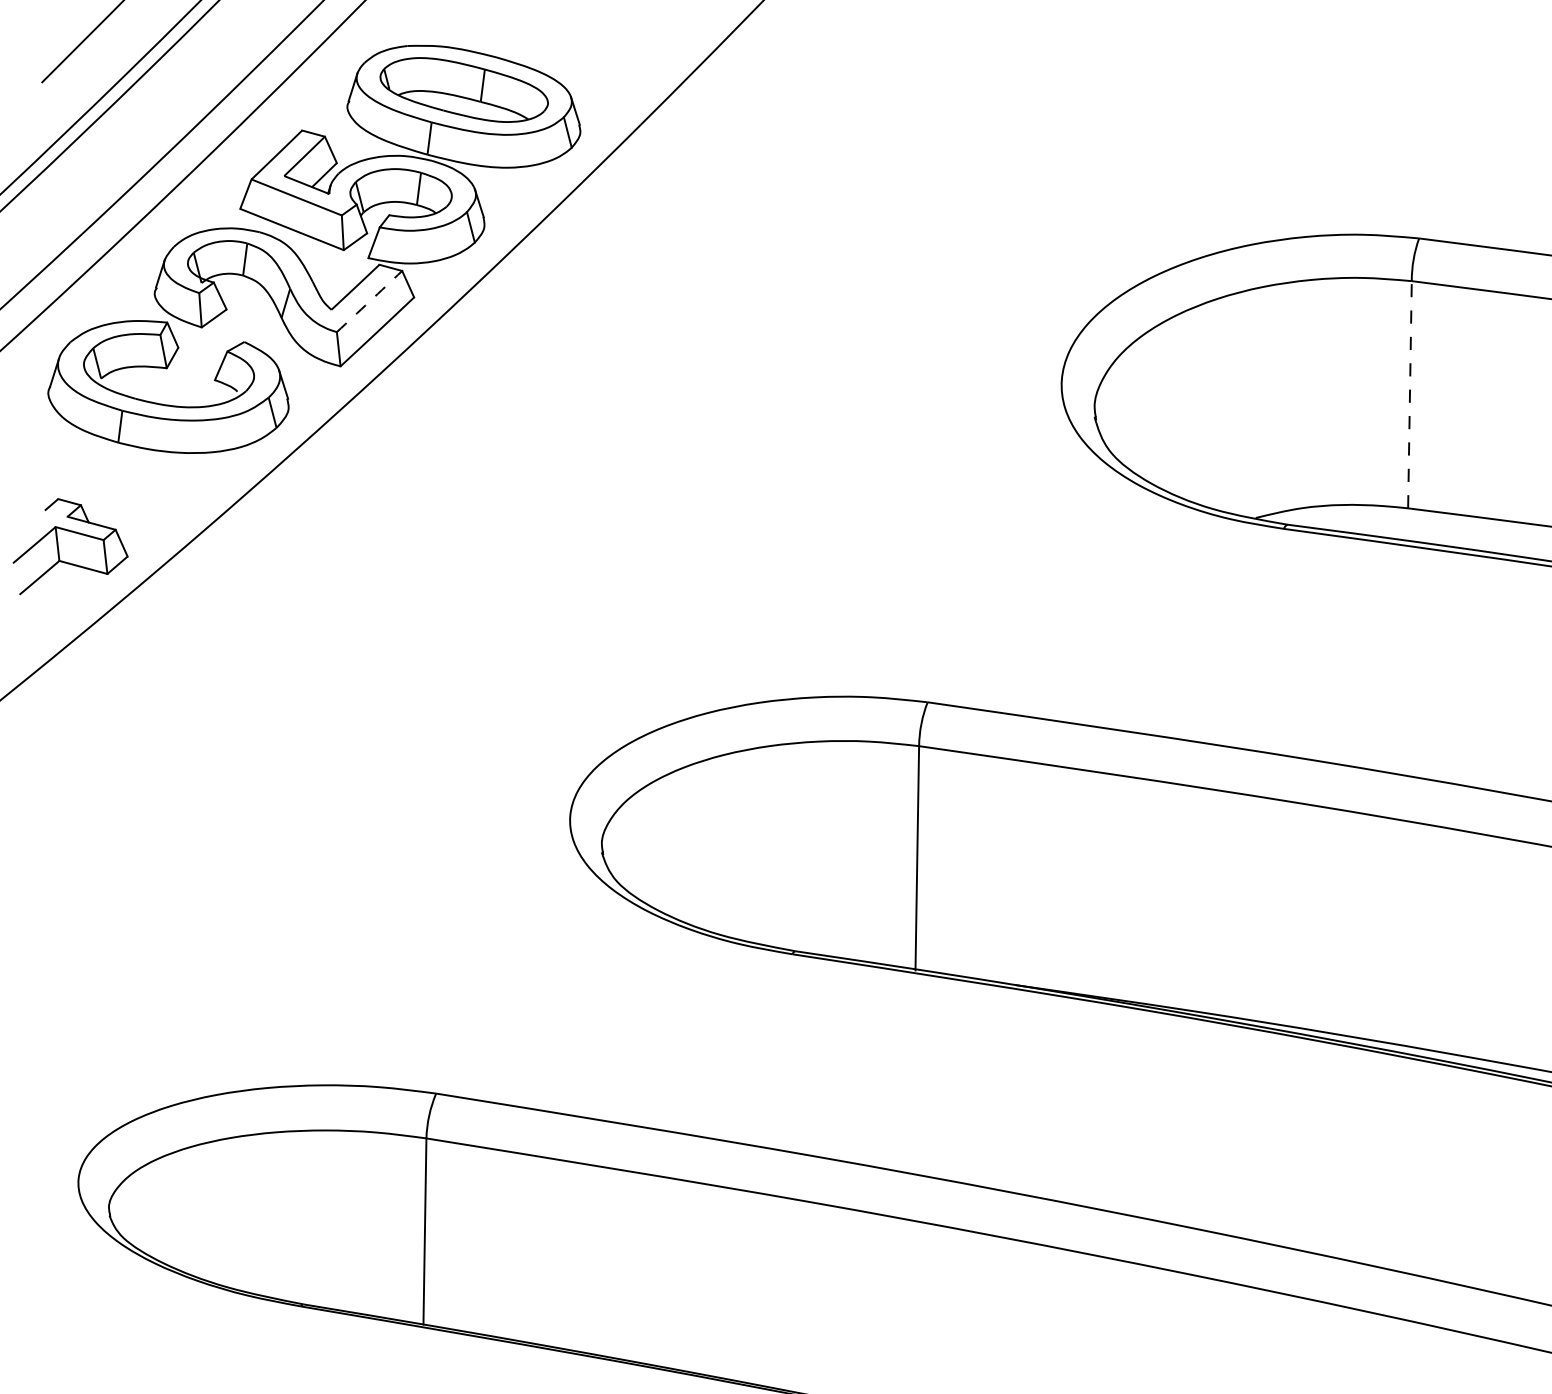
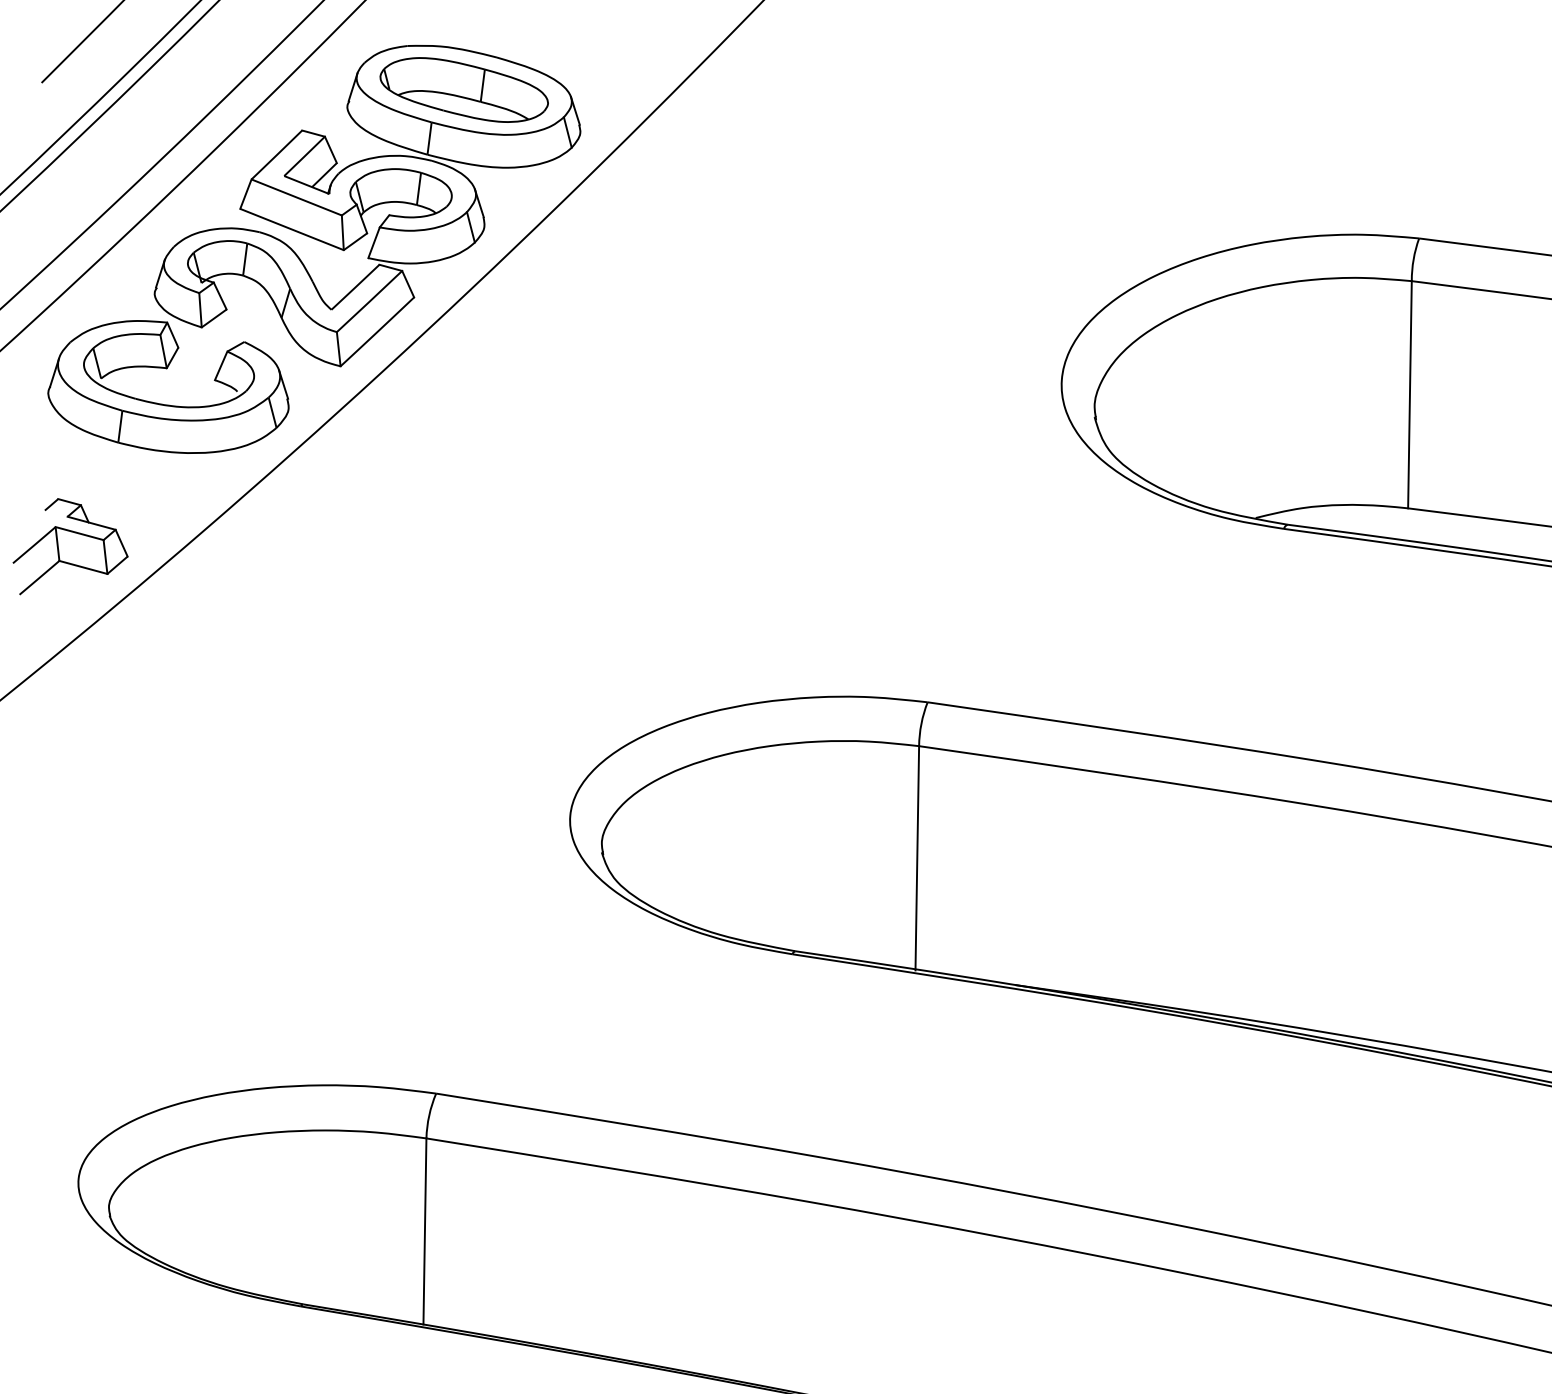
arc at (369, 301): dashed -> solid
line at (1409, 394): dashed -> solid
